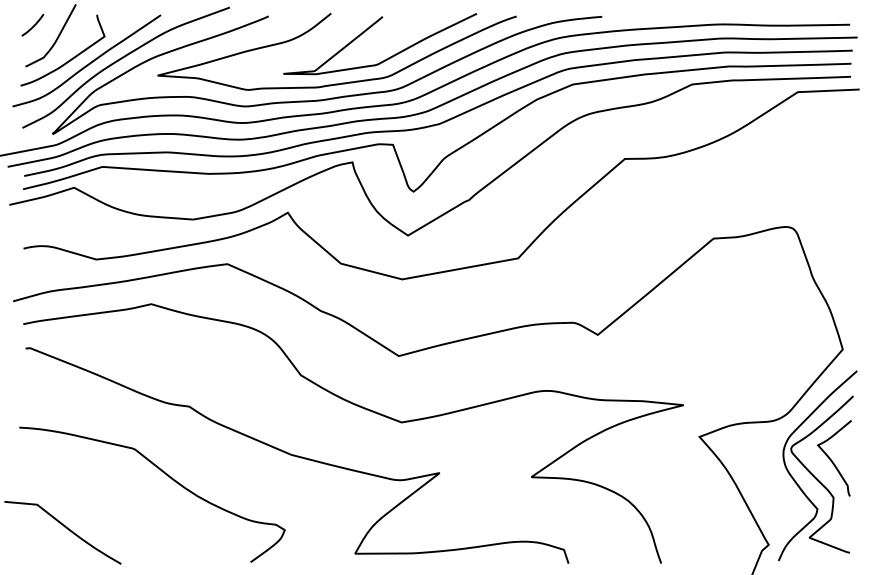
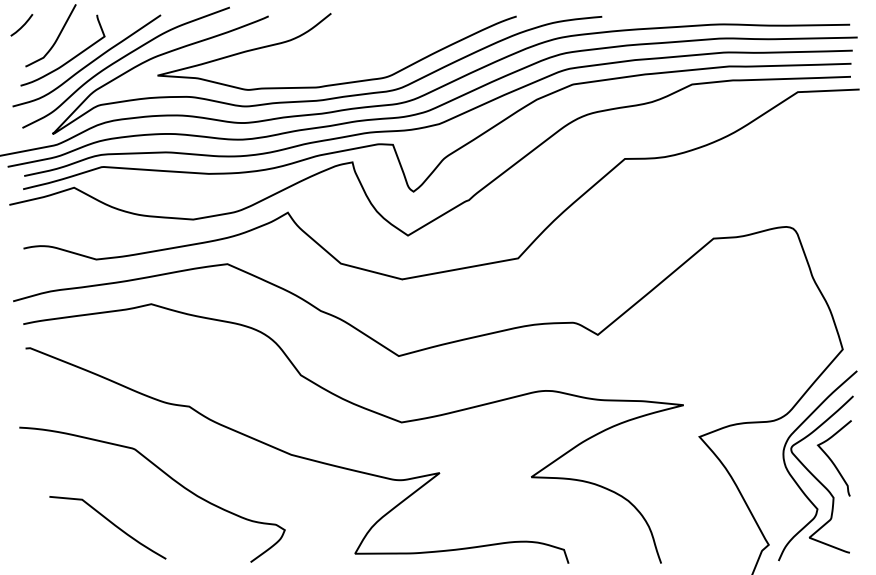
line at (33, 25) position: (33, 25) -> (22, 25)
curve at (386, 58): present -> none
curve at (64, 527) position: (64, 527) -> (109, 522)
